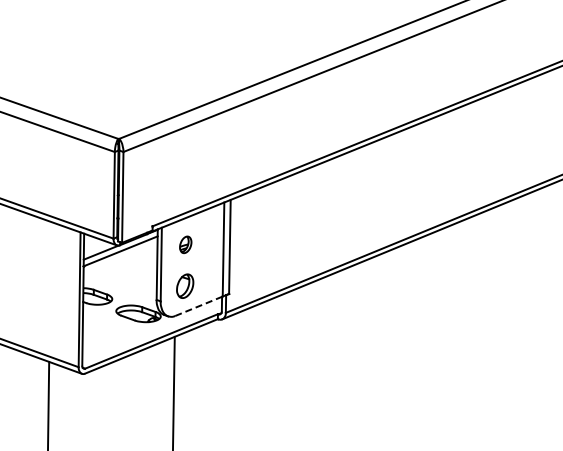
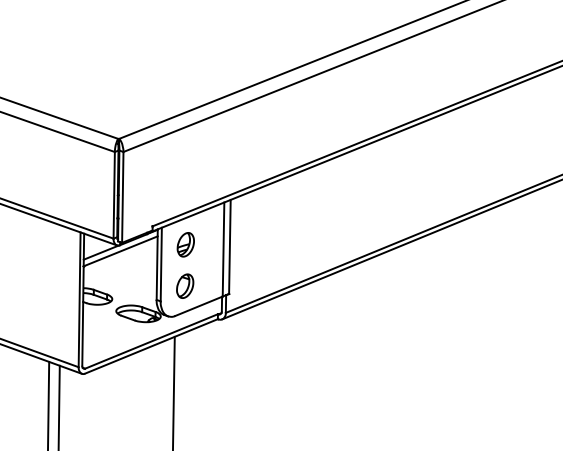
part at (185, 244) size: 14x19 px -> 19x26 px
line at (199, 306): dashed -> solid
line at (58, 406): none -> present
